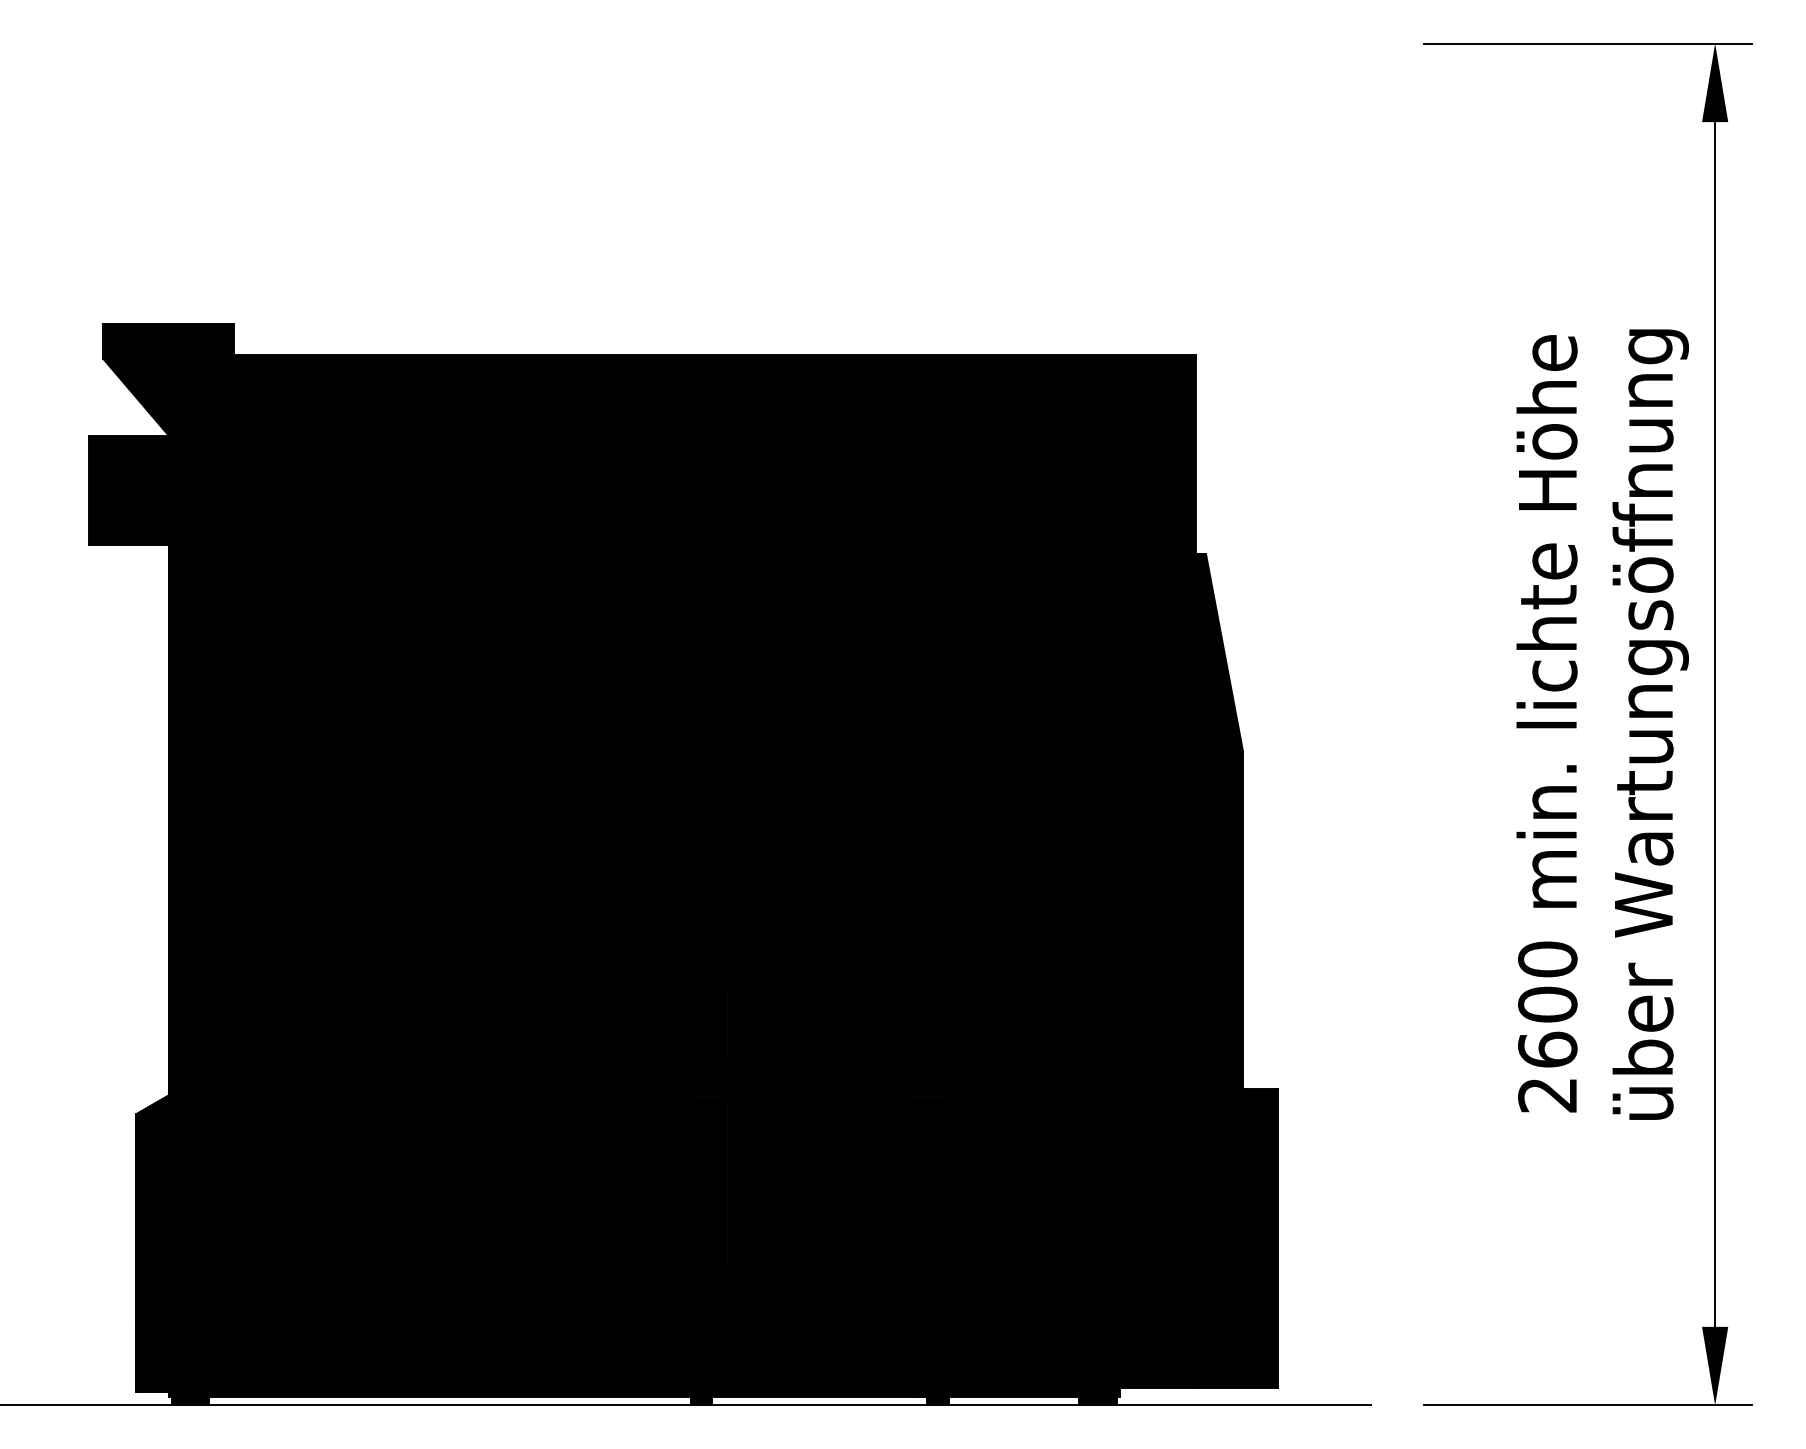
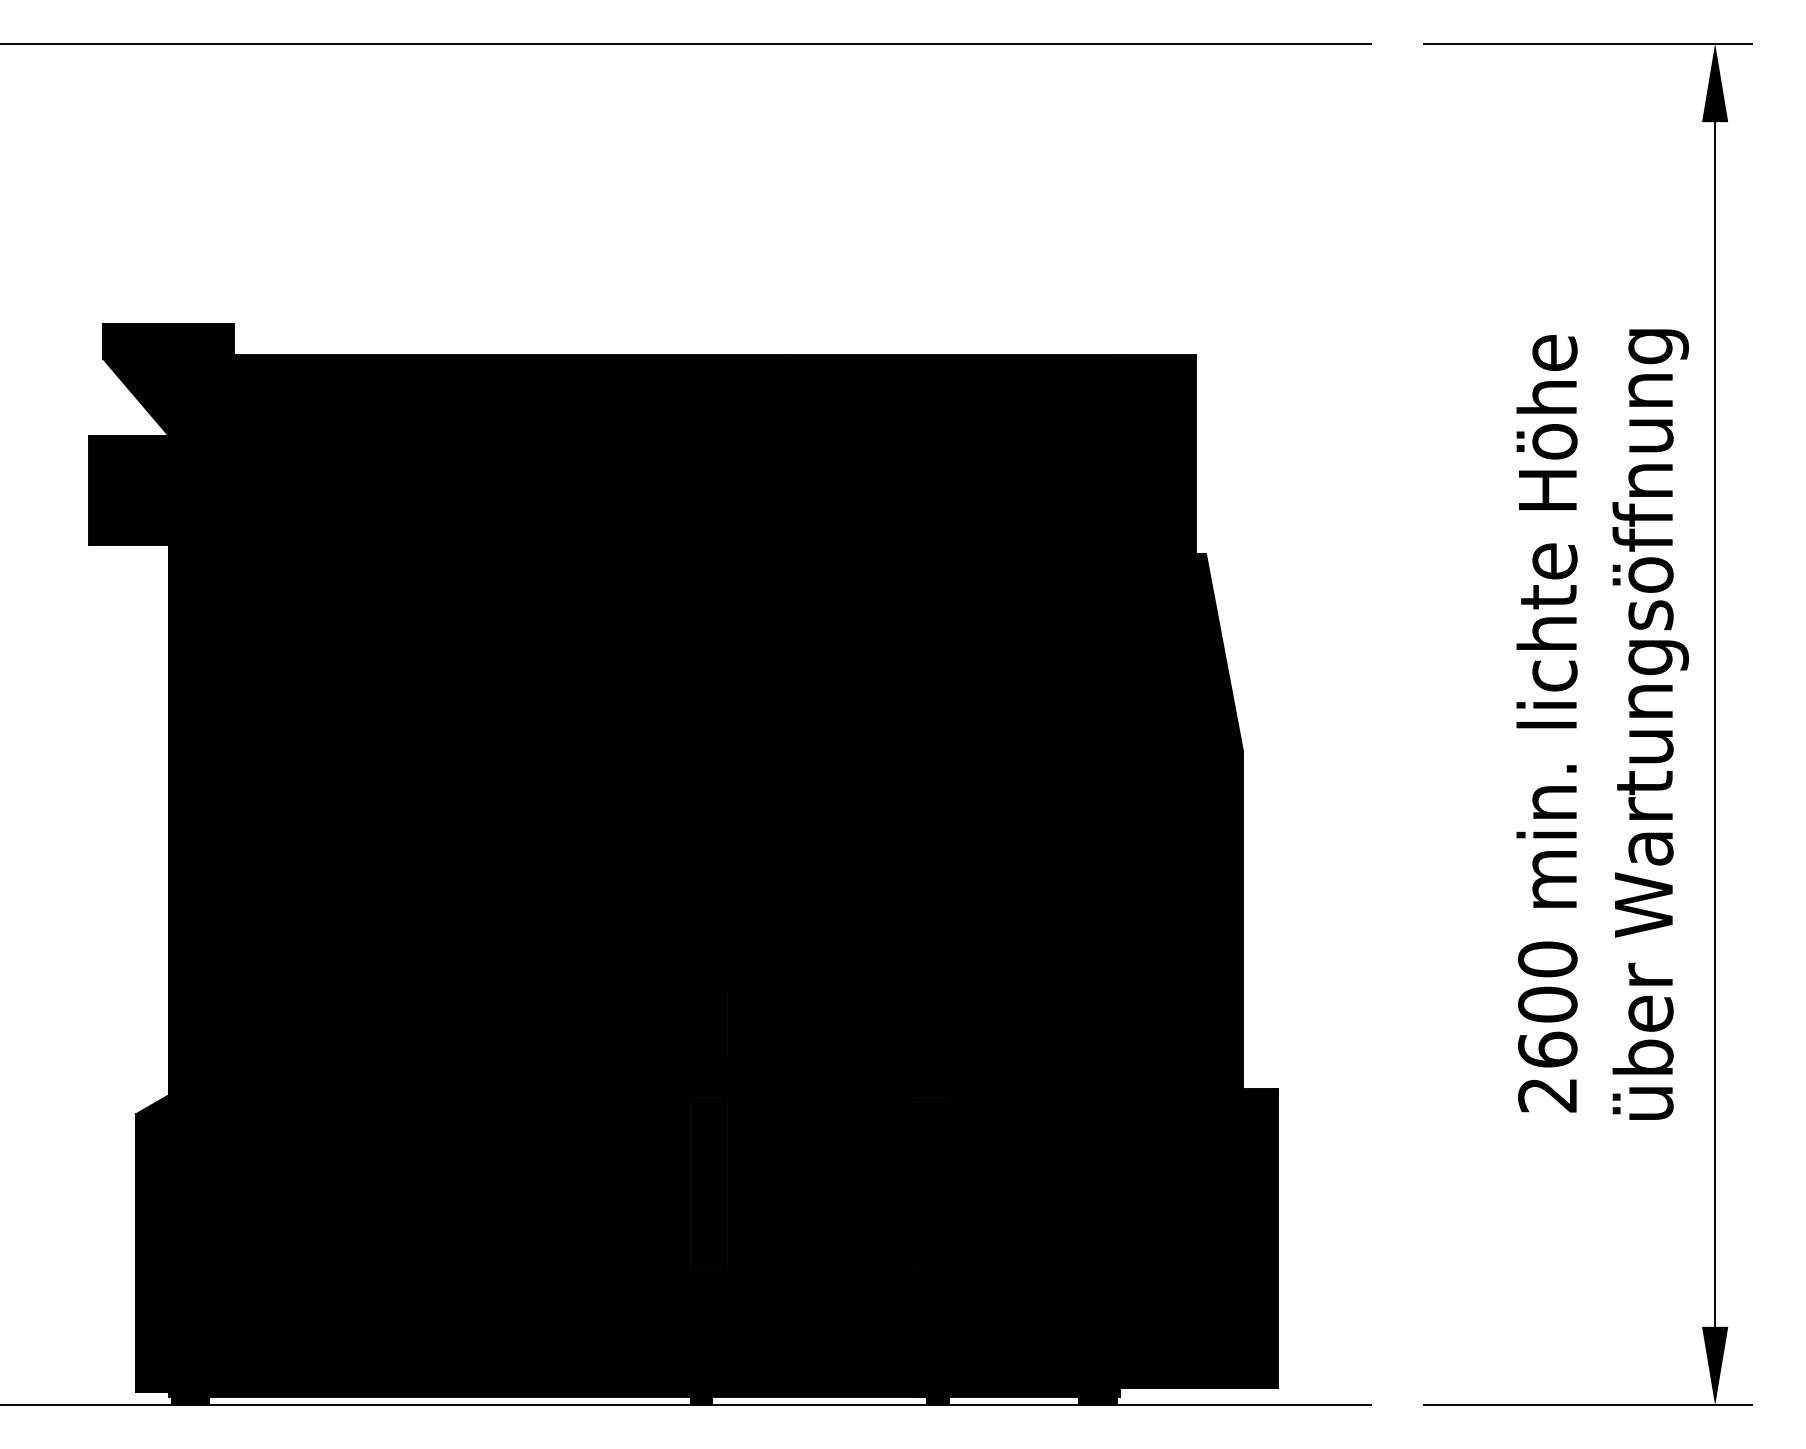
line at (686, 43): none -> present
